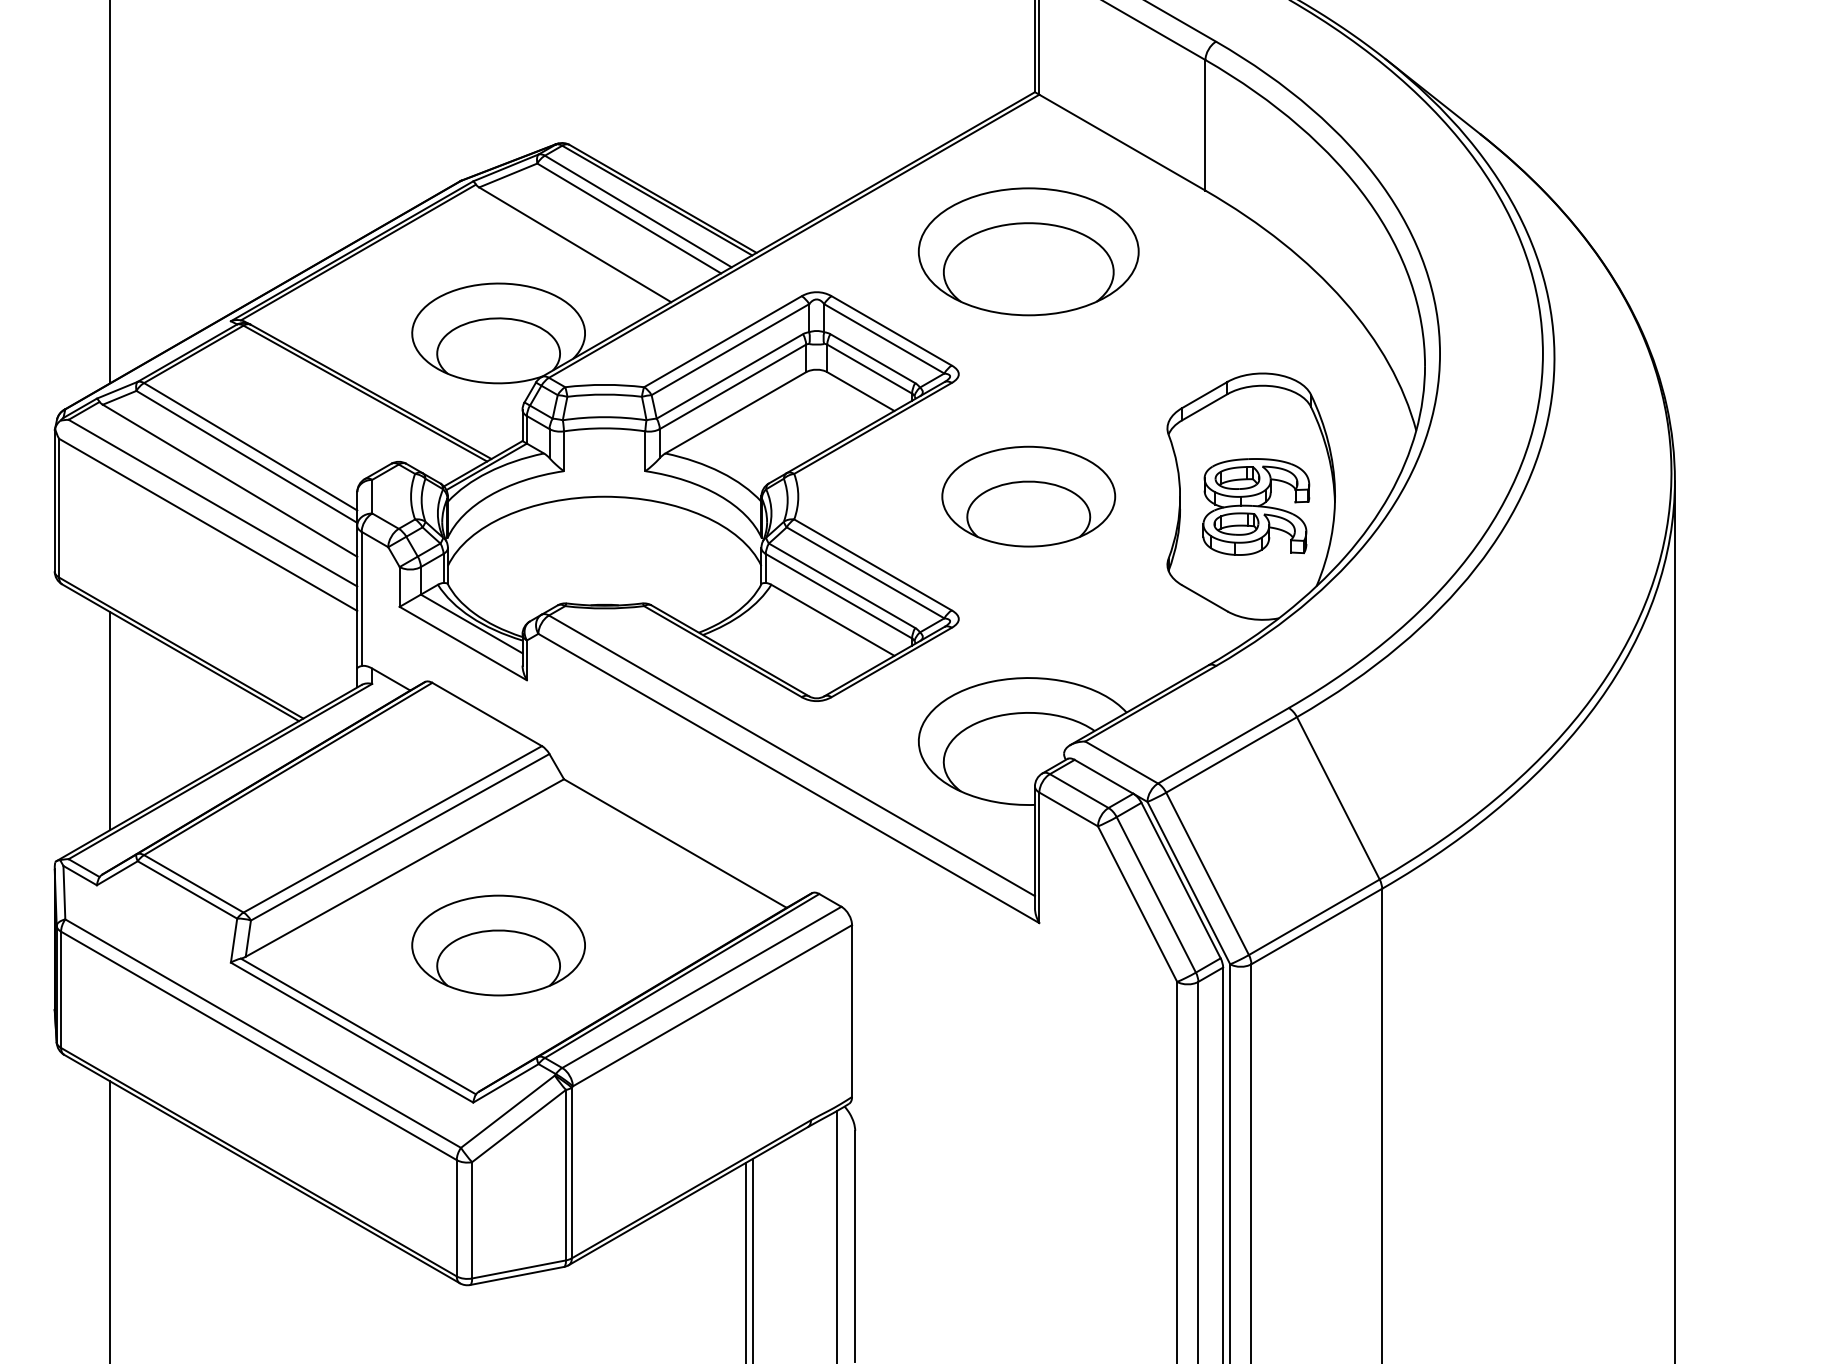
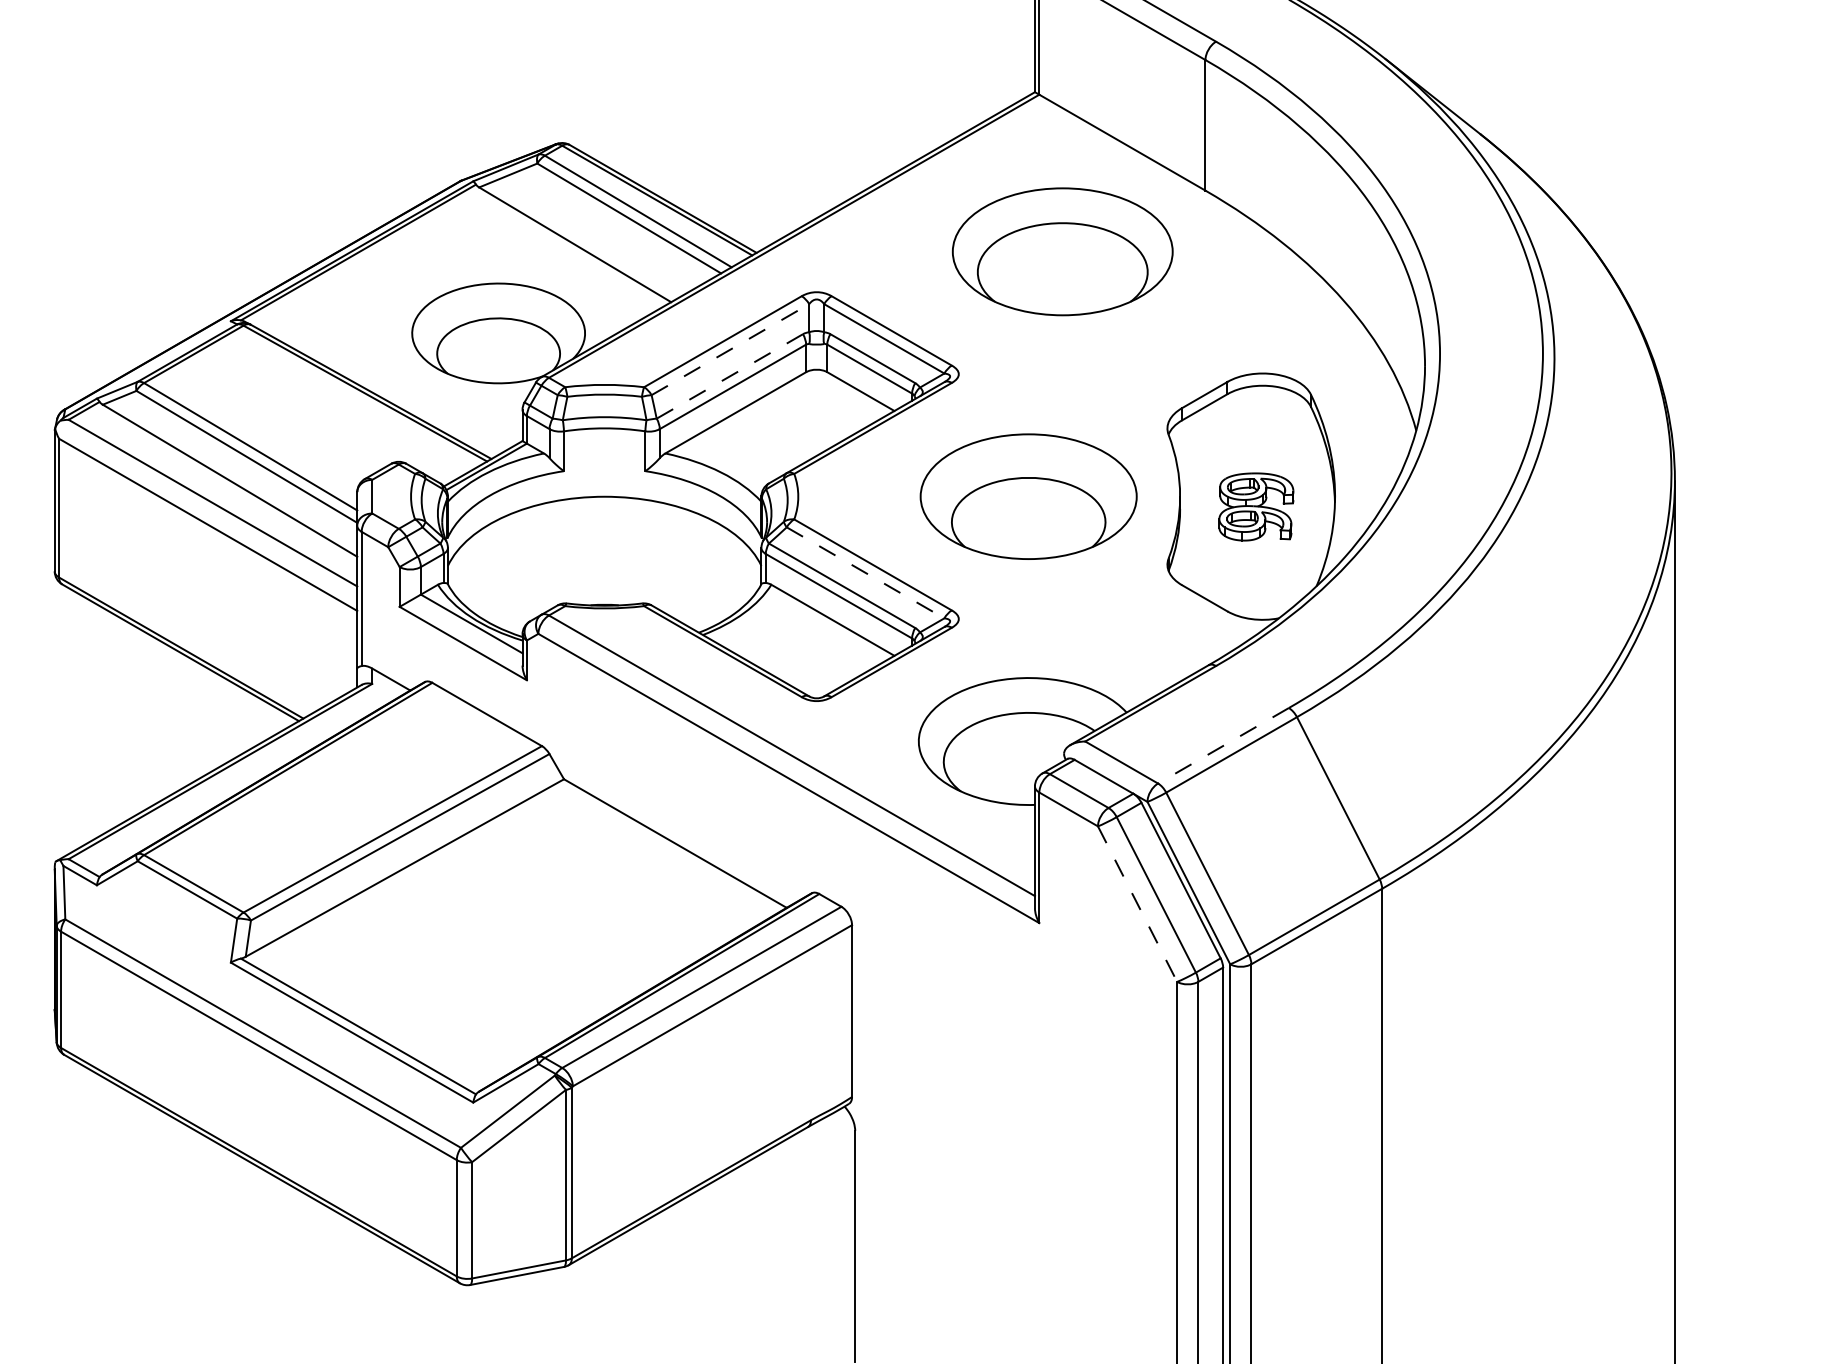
line at (109, 192): present -> none
part at (1028, 251) position: (1028, 251) -> (1062, 251)
line at (730, 349): solid -> dashed
line at (729, 376): solid -> dashed
part at (1028, 496) size: 176x103 px -> 219x127 px
part at (1256, 506) size: 109x98 px -> 77x70 px
line at (865, 573): solid -> dashed
line at (109, 720): present -> none
line at (1223, 746): solid -> dashed
line at (1137, 904): solid -> dashed
part at (498, 945): present -> none
line at (109, 1220): present -> none
line at (837, 1235): present -> none
line at (753, 1259): present -> none
line at (746, 1261): present -> none
